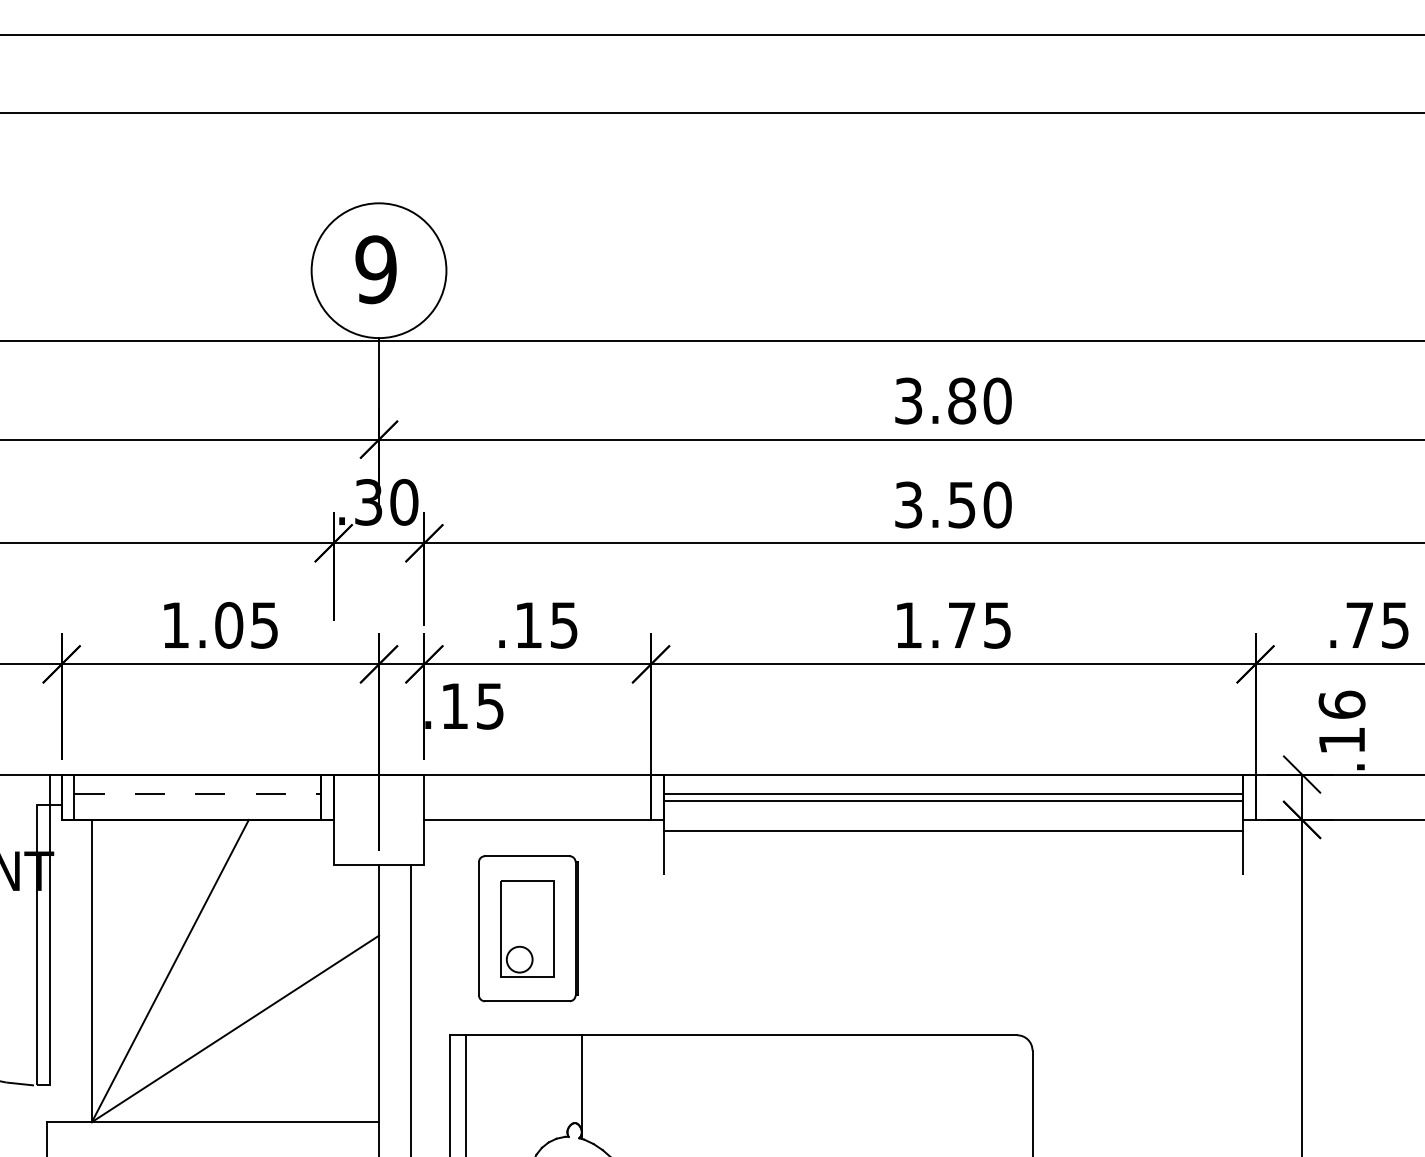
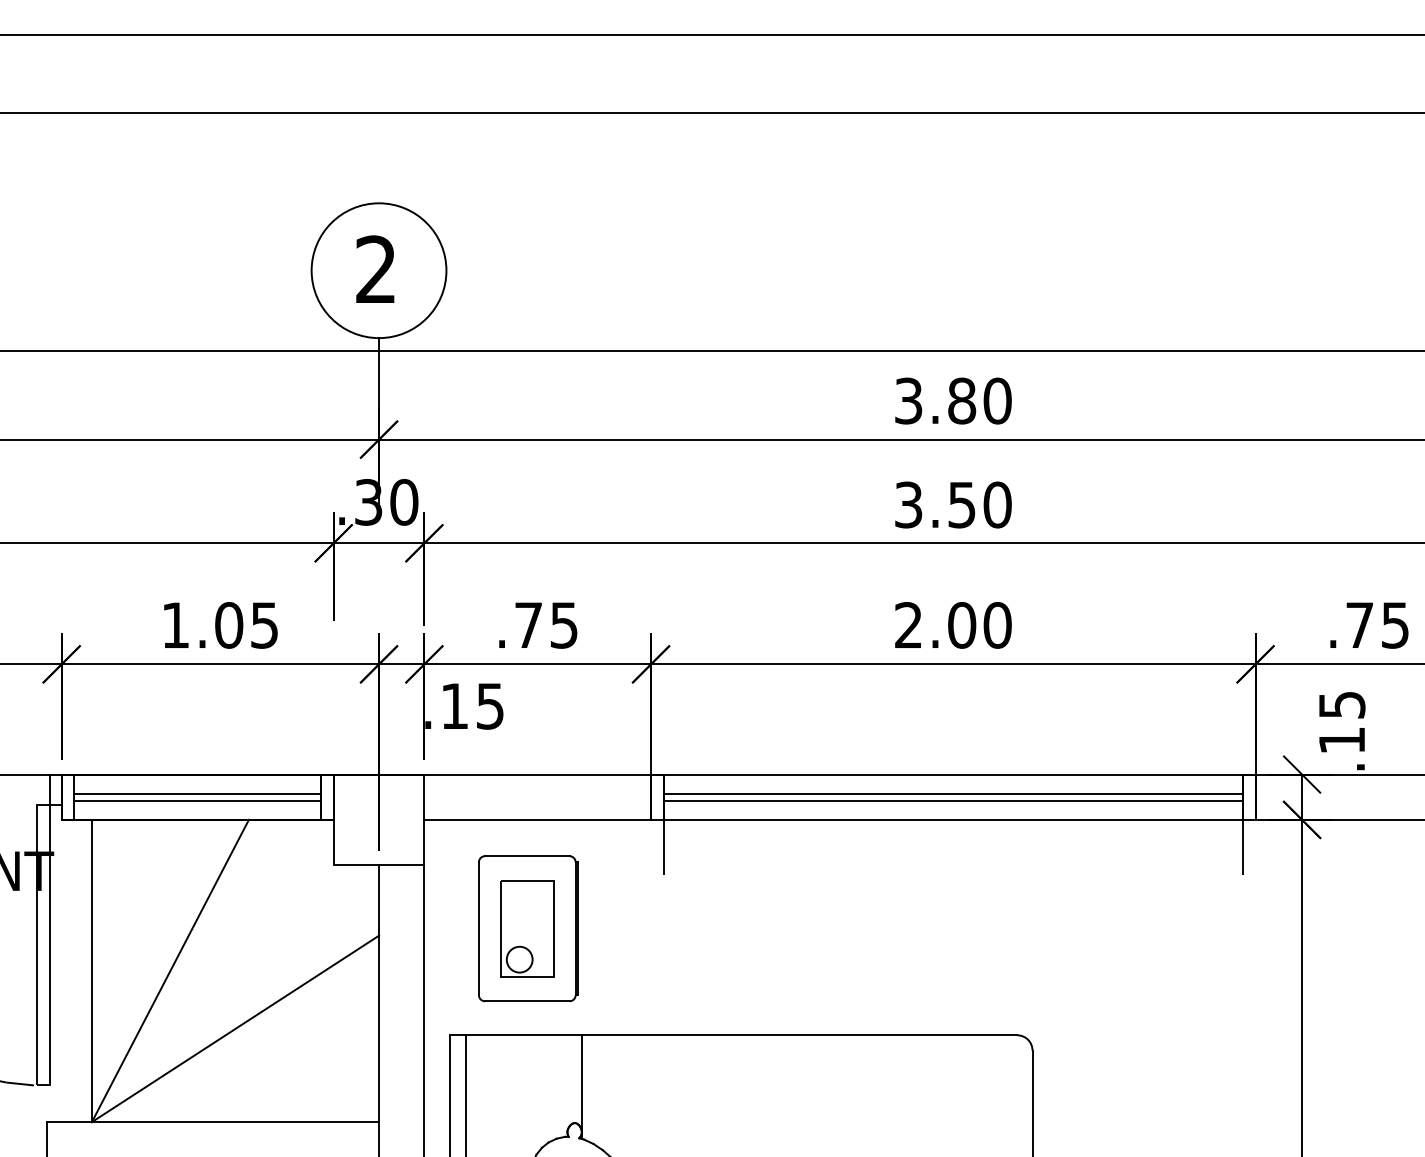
text at (375, 269): 9 -> 2
line at (711, 341) position: (711, 341) -> (711, 351)
text at (528, 624): .15 -> .75
text at (953, 625): 1.75 -> 2.00
text at (1341, 704): .16 -> .15
line at (198, 794): dashed -> solid
line at (197, 800): none -> present
line at (952, 830) position: (952, 830) -> (952, 819)
line at (411, 1009) position: (411, 1009) -> (424, 1009)
